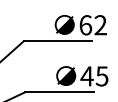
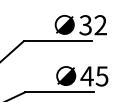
text at (85, 25): 62 -> 32
